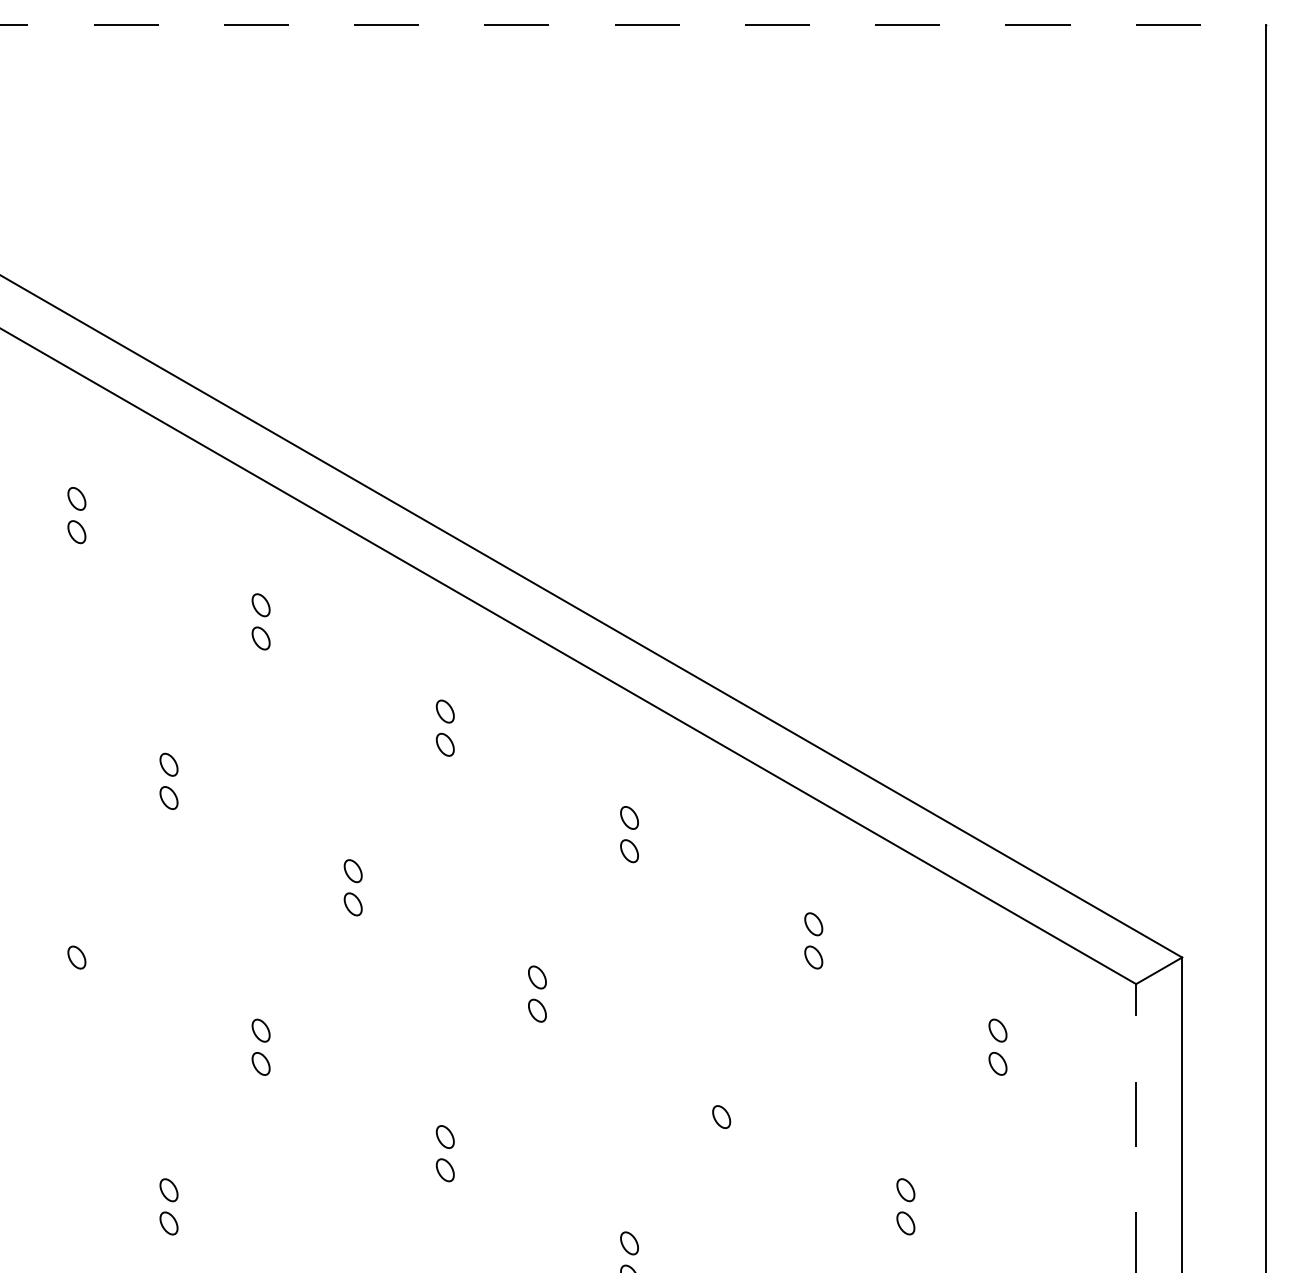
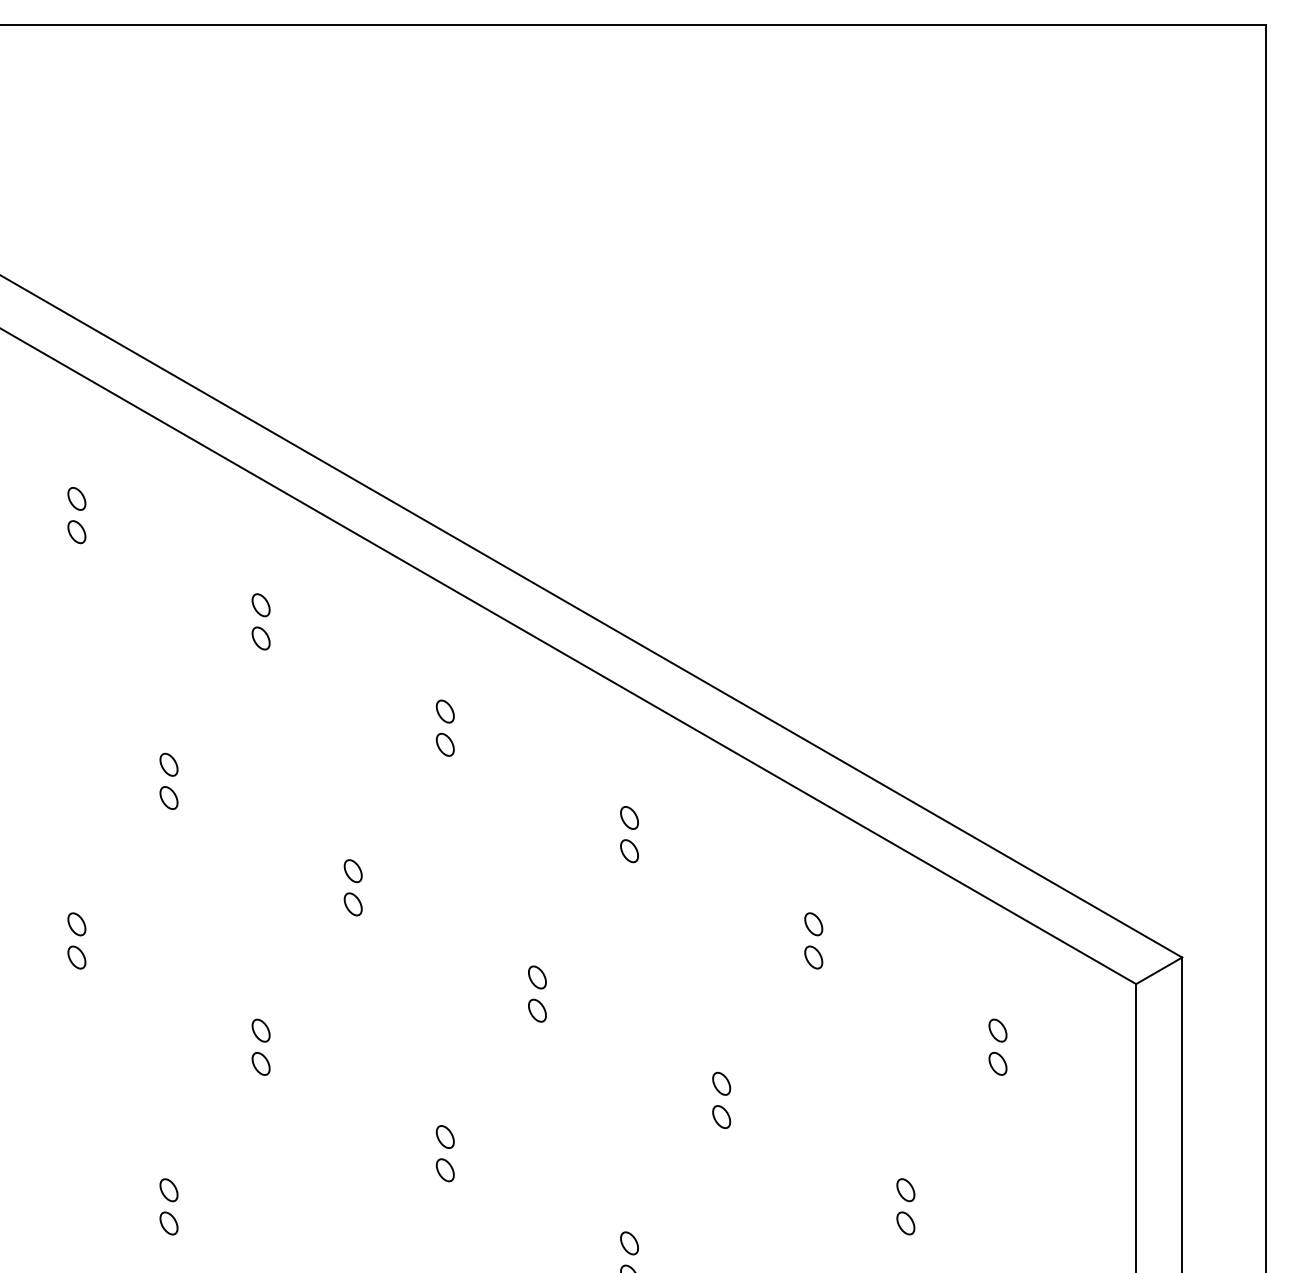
line at (632, 25): dashed -> solid
part at (76, 924): none -> present
part at (721, 1083): none -> present
line at (1136, 1128): dashed -> solid
